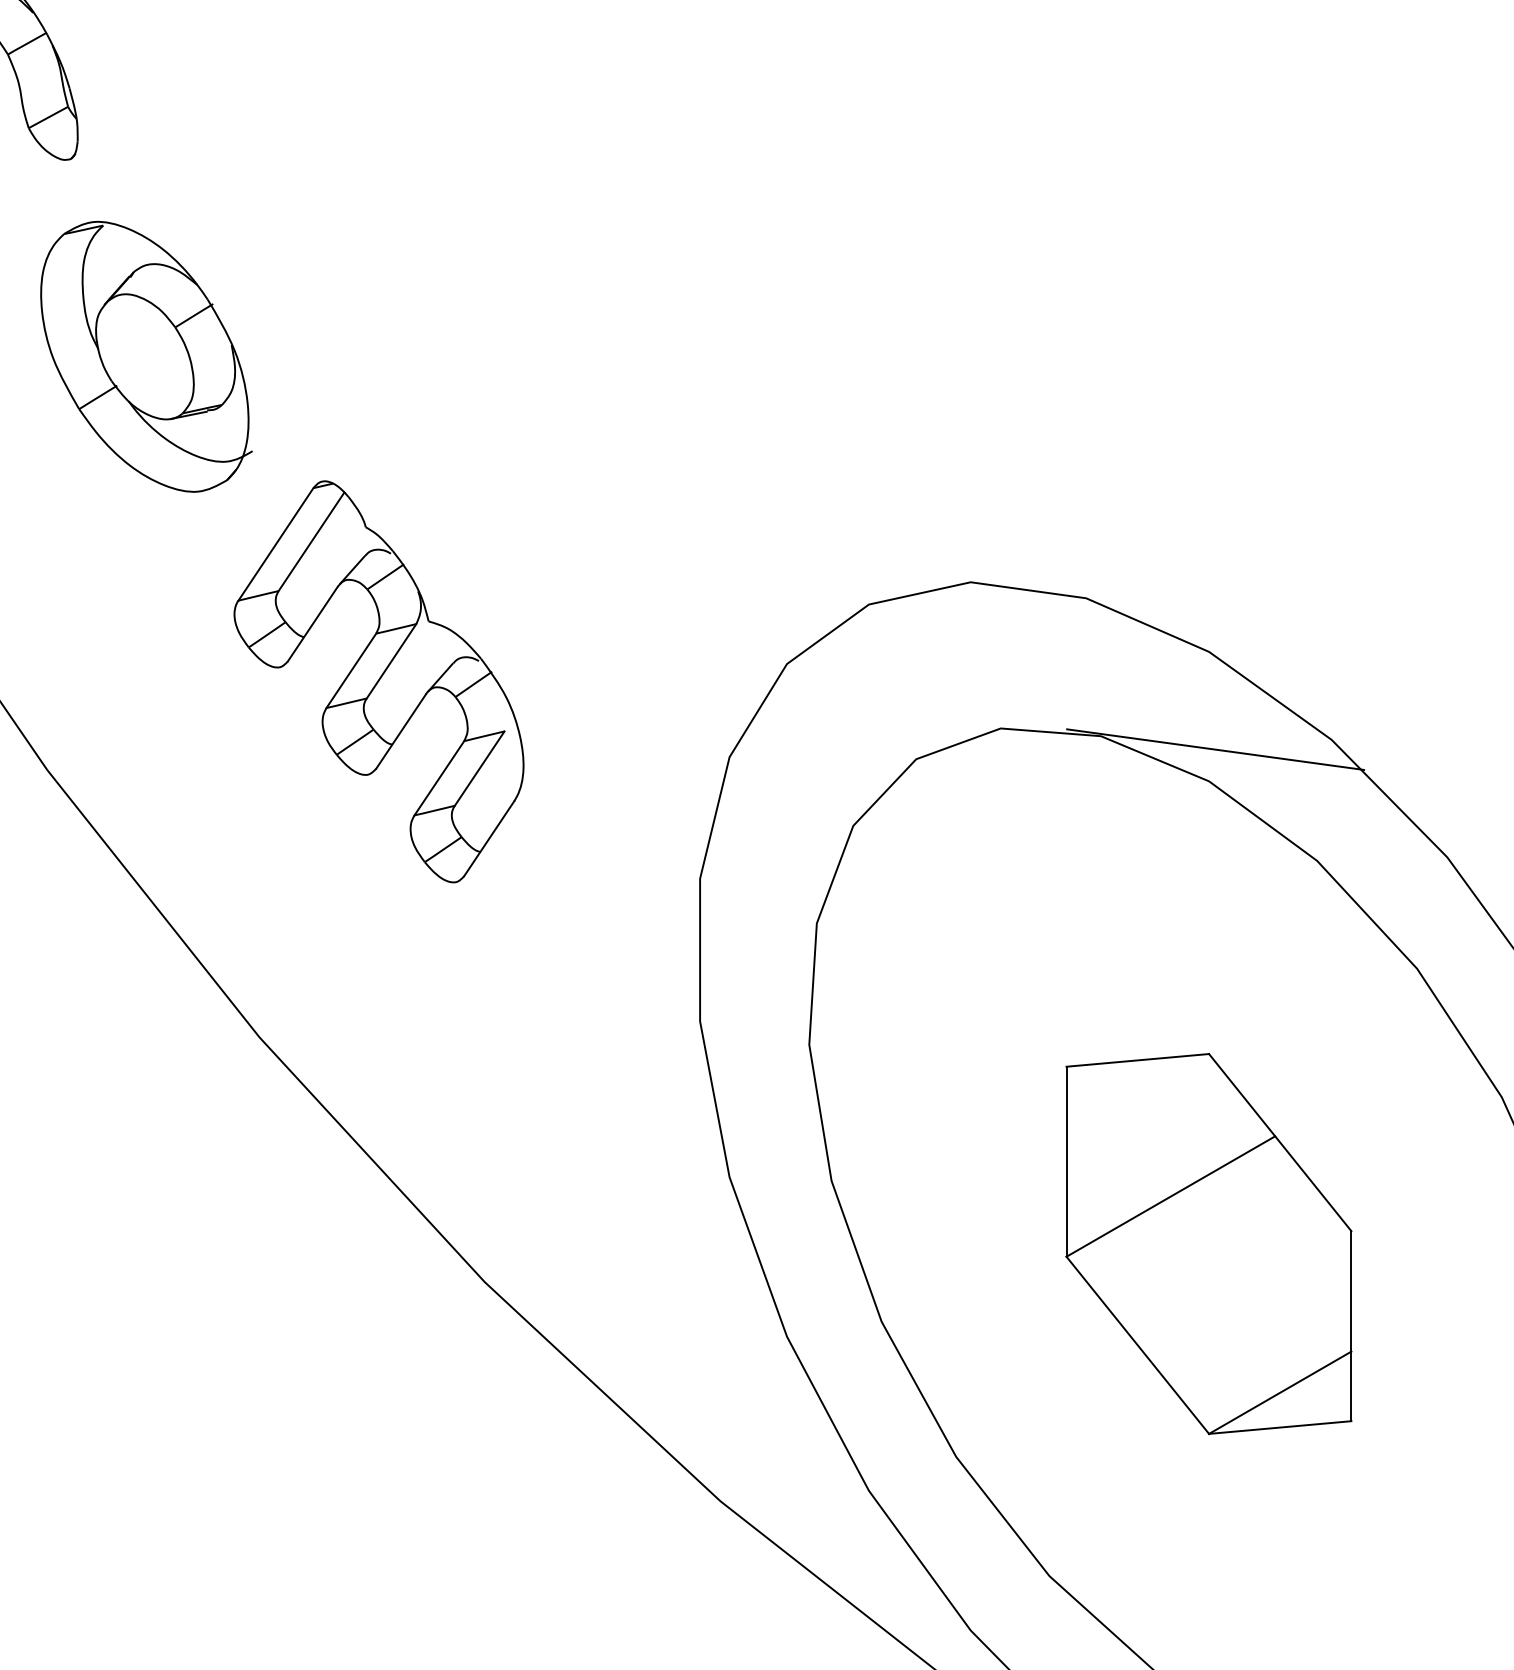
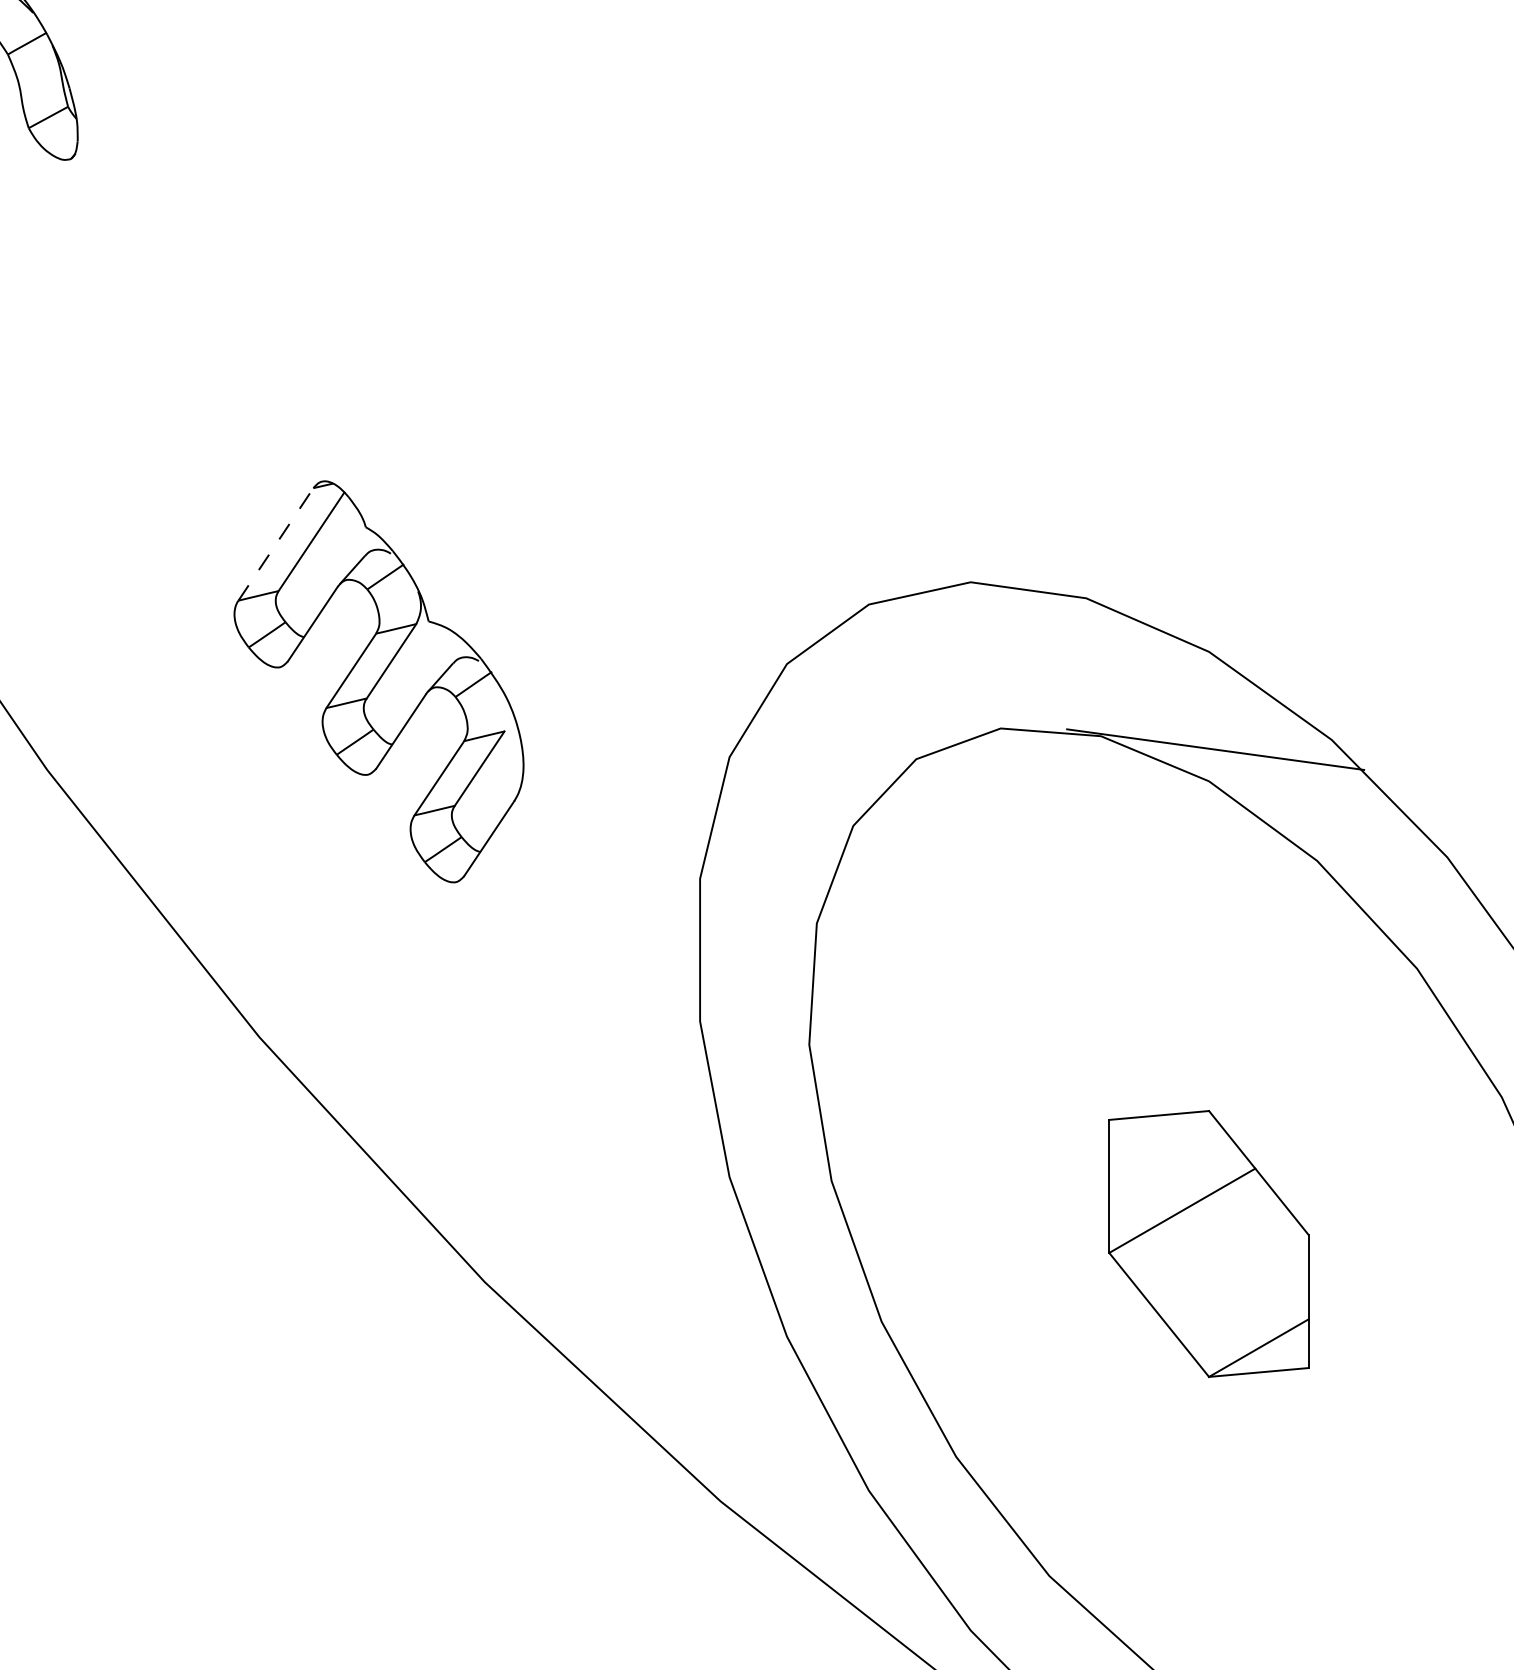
part at (146, 356): present -> none
line at (275, 544): solid -> dashed
part at (1208, 1243) size: 288x382 px -> 202x269 px
